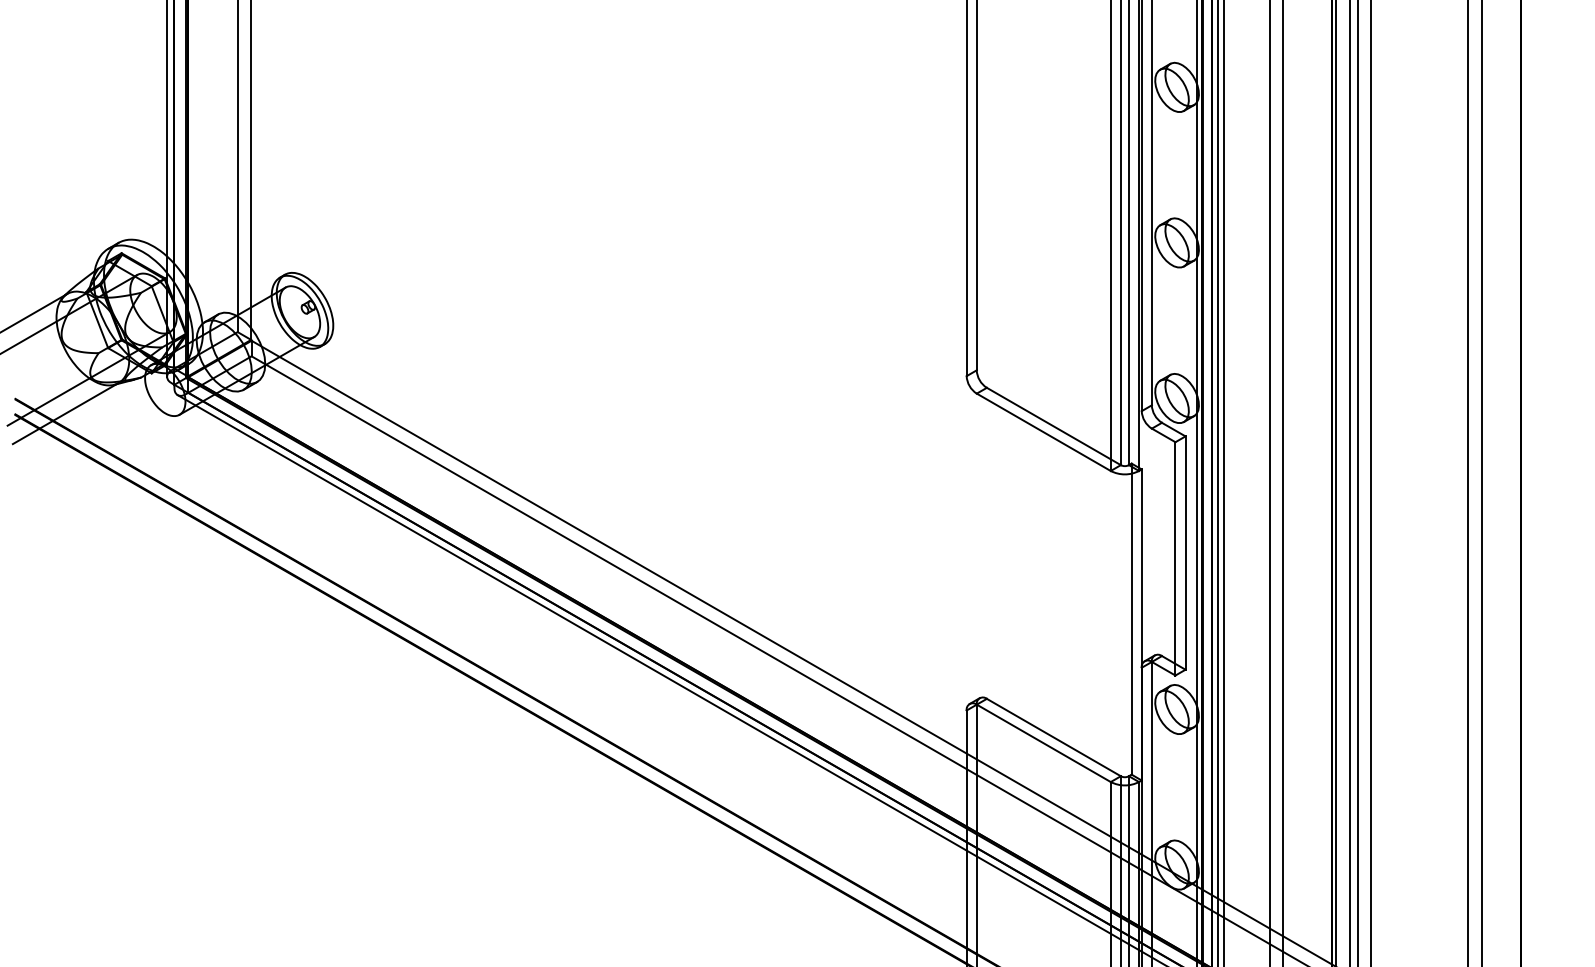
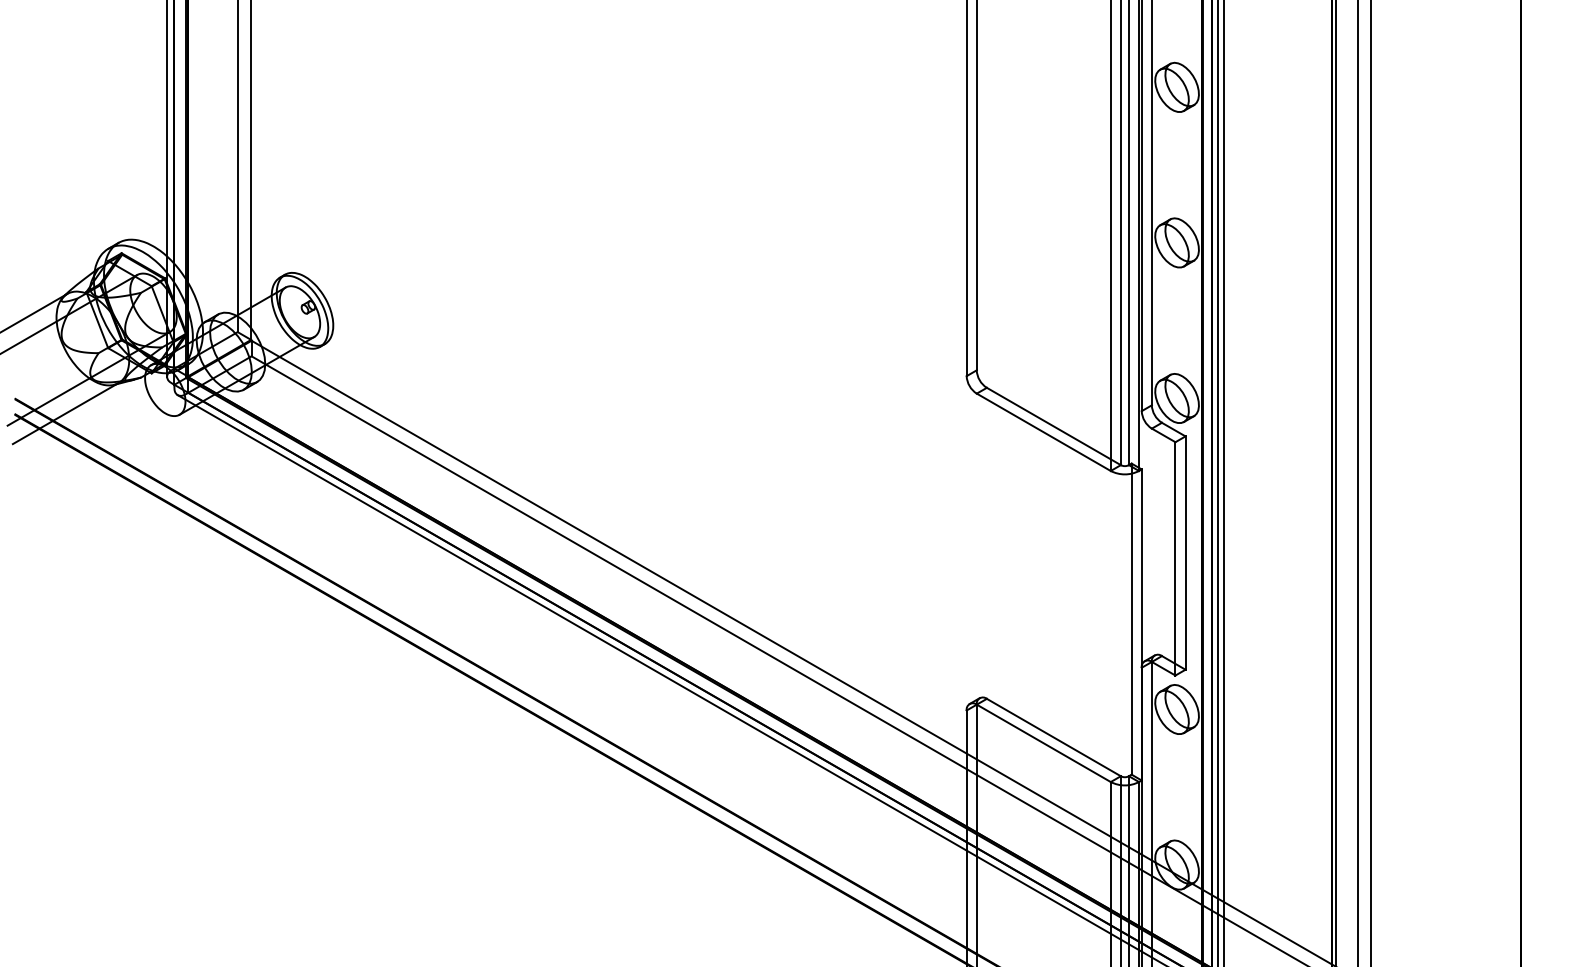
line at (1197, 482): present -> none
line at (1269, 482): present -> none
line at (1283, 482): present -> none
line at (1349, 482): present -> none
line at (1468, 482): present -> none
line at (1481, 482): present -> none
